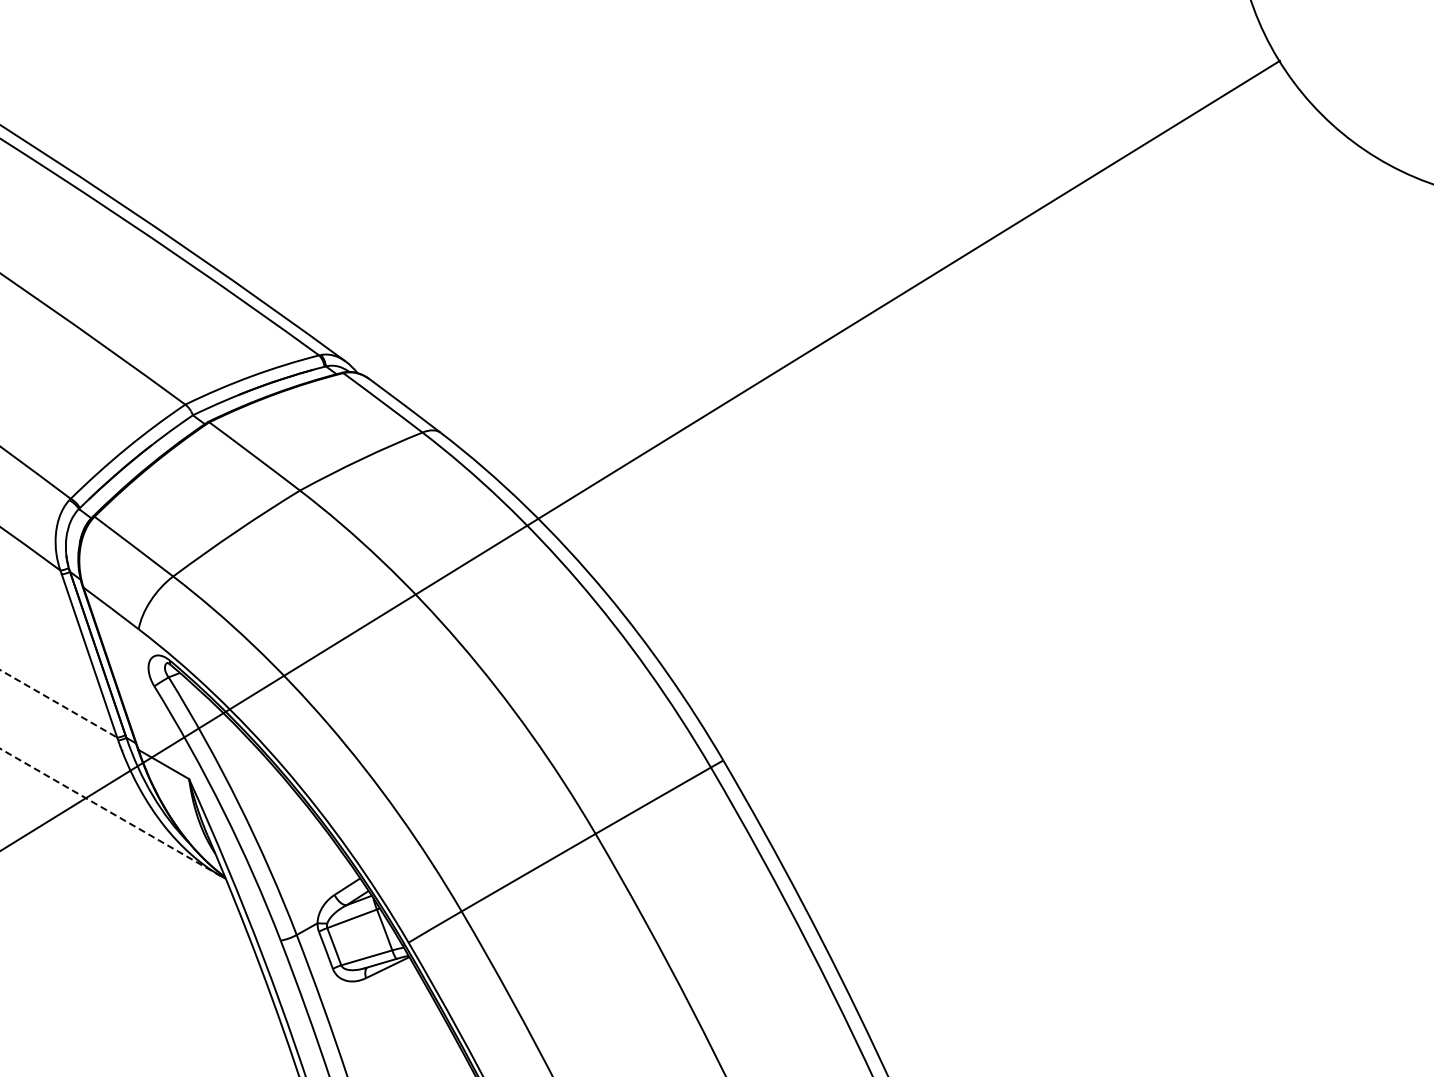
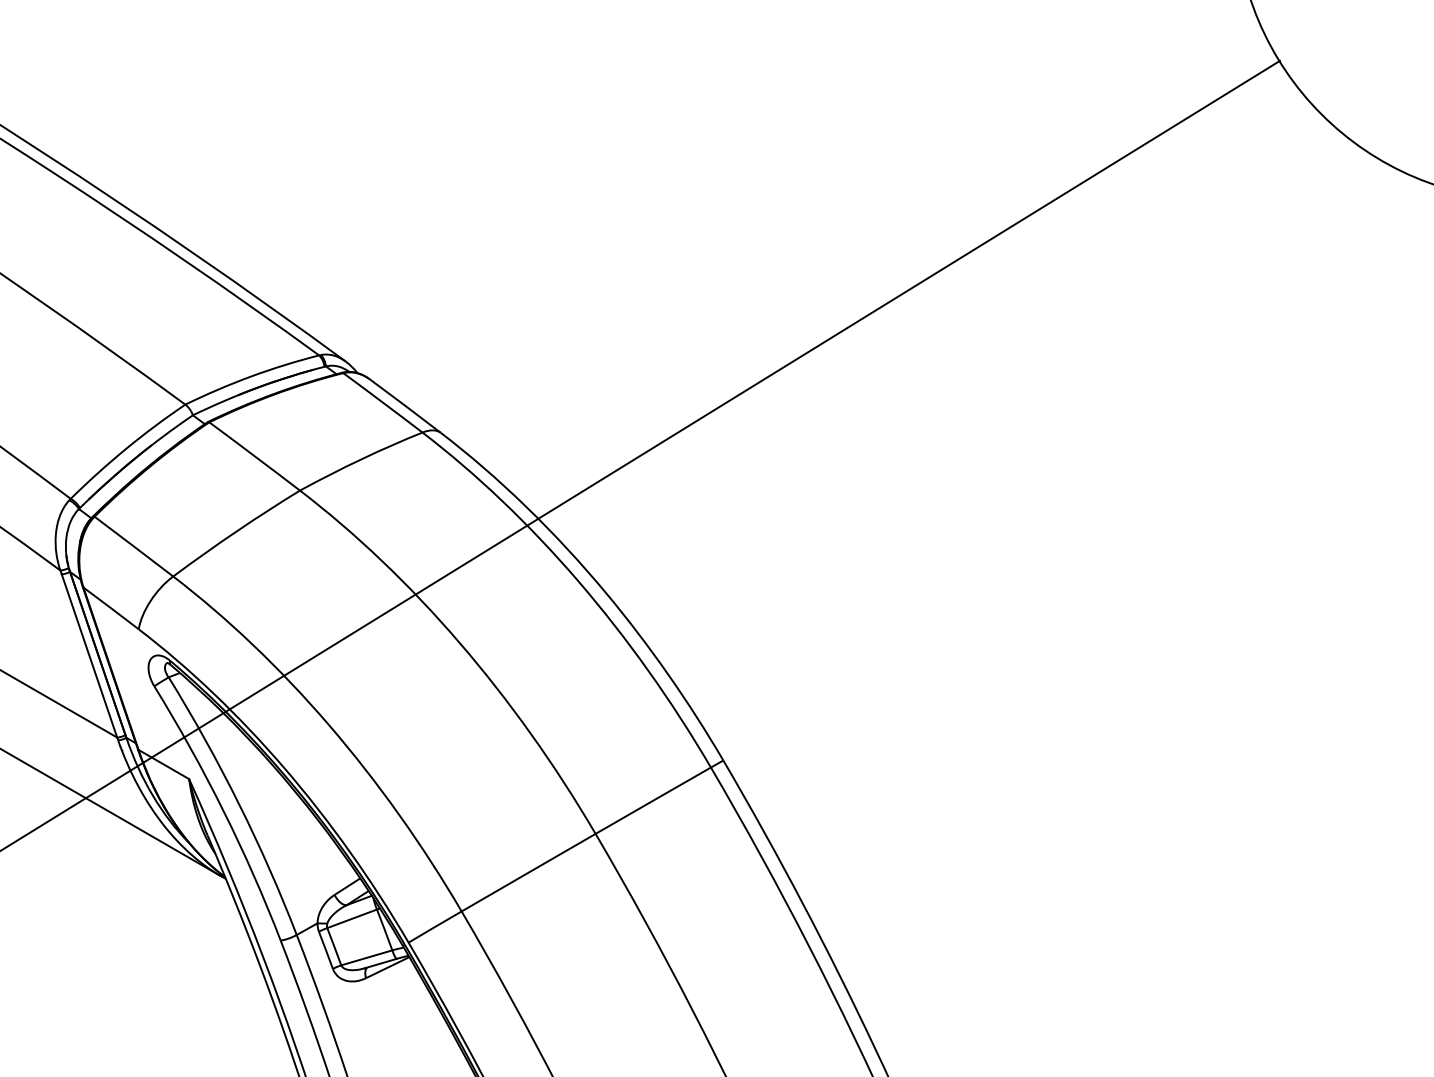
line at (59, 704): dashed -> solid
line at (110, 812): dashed -> solid
